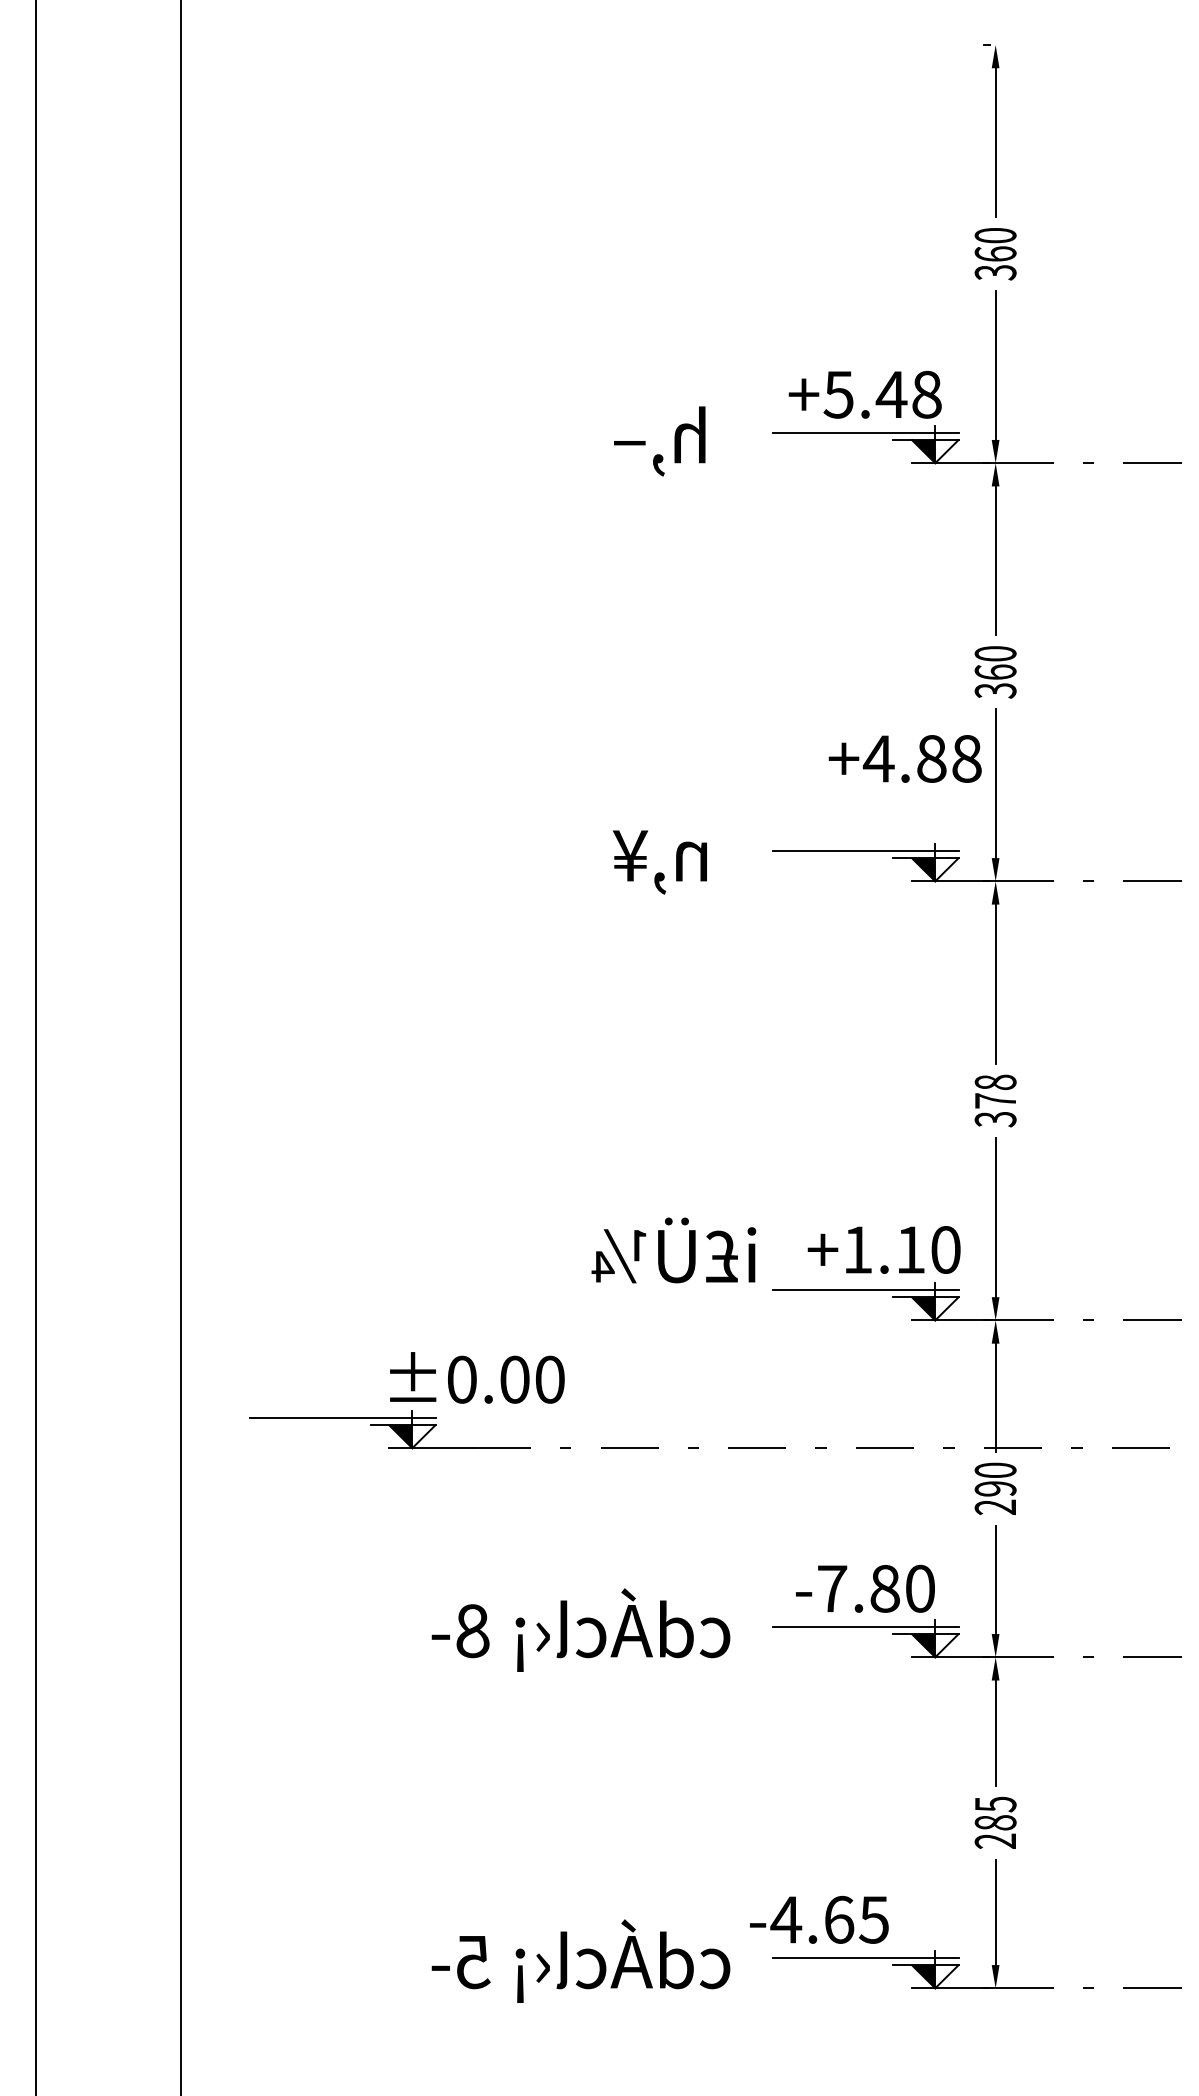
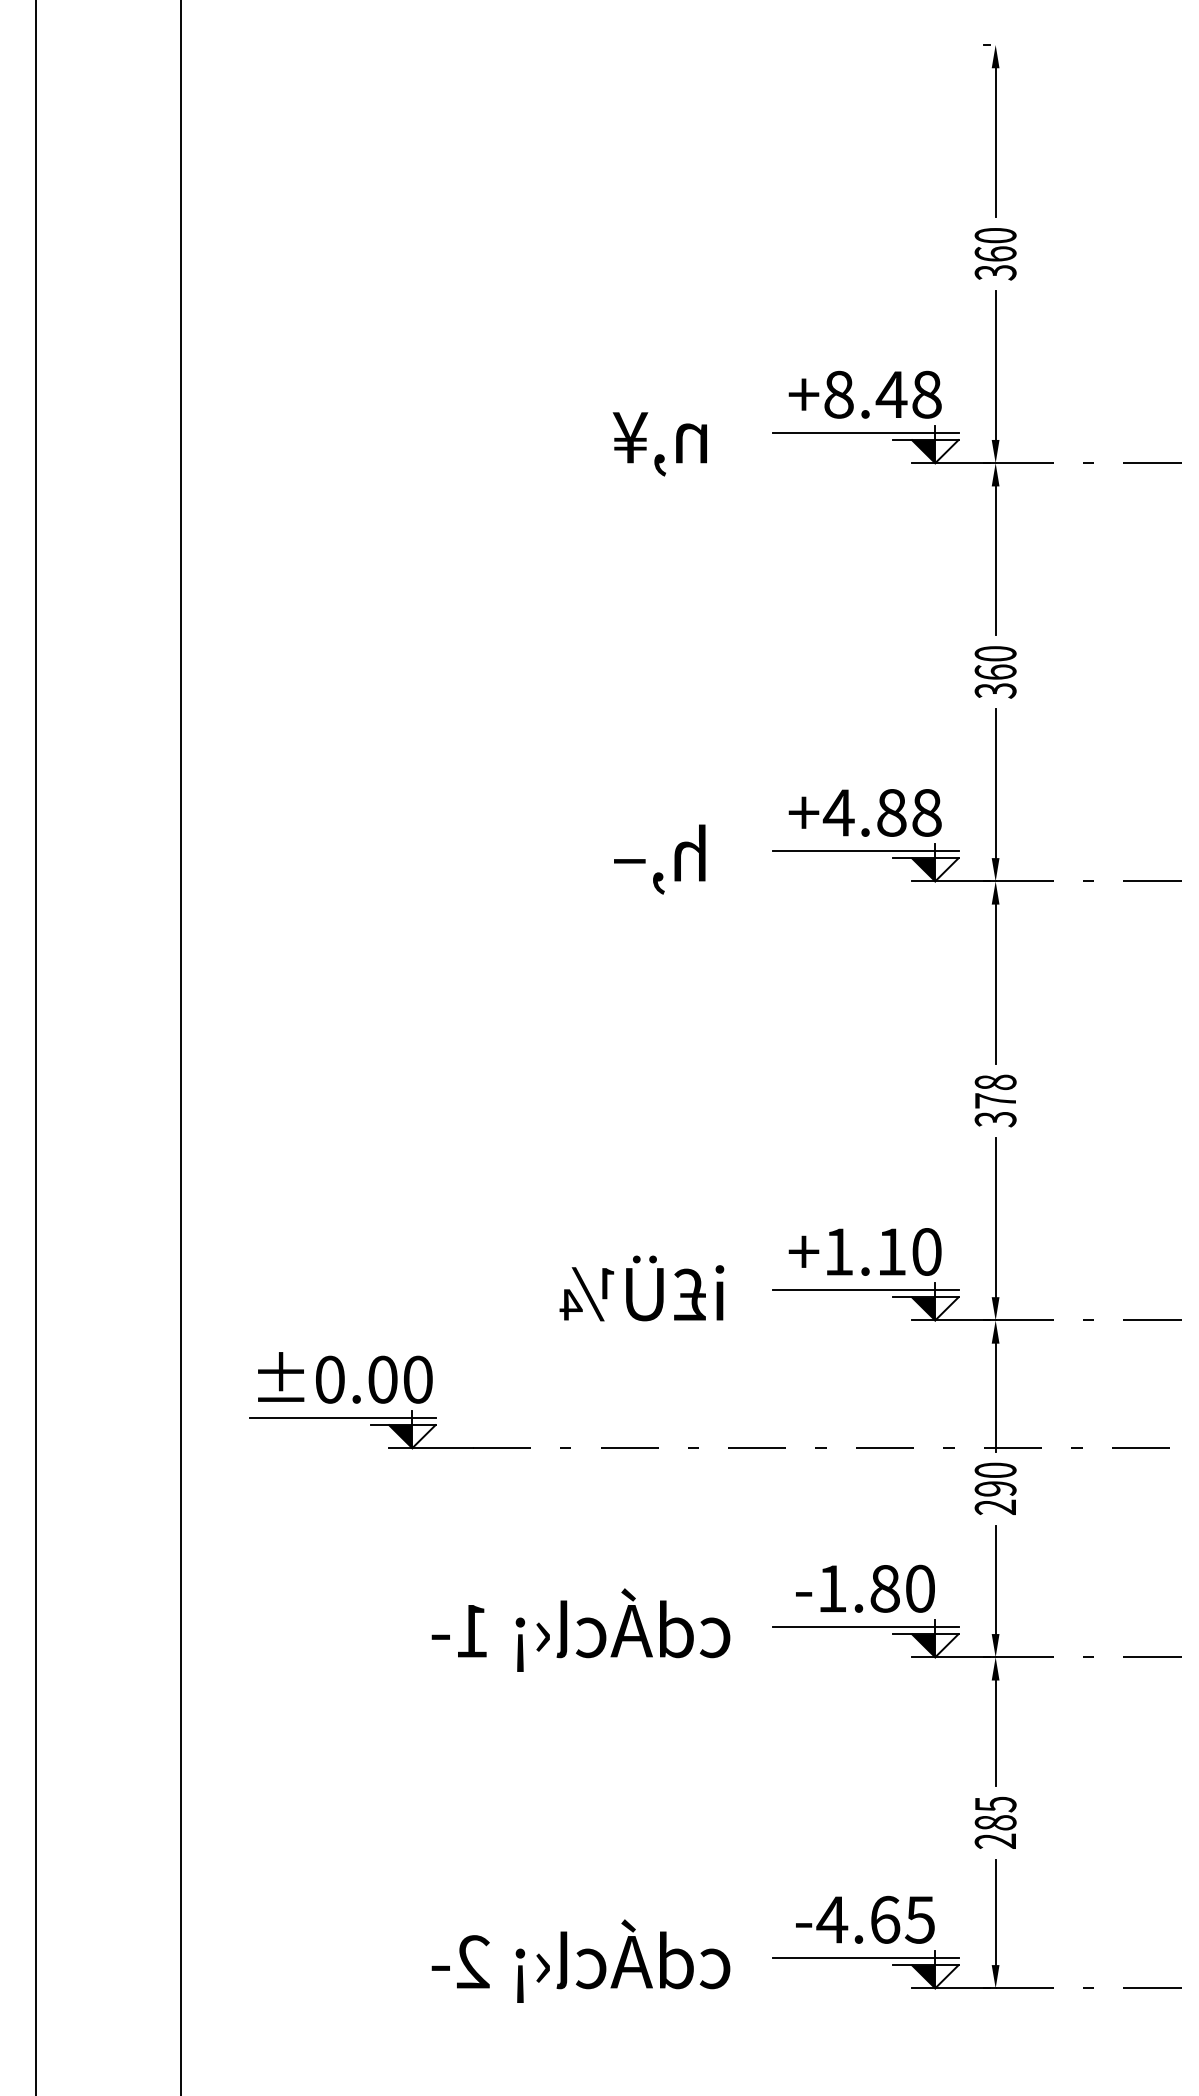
text at (838, 394): +5.48 -> +8.48
text at (659, 441): h,– -> n,¥
text at (904, 758) position: (904, 758) -> (864, 812)
text at (659, 859): n,¥ -> h,–
text at (883, 1249) position: (883, 1249) -> (864, 1251)
text at (673, 1250) position: (673, 1250) -> (641, 1288)
text at (477, 1377) position: (477, 1377) -> (345, 1377)
text at (832, 1588): -7.80 -> -1.80
text at (472, 1631): 8- -> 1-
text at (819, 1919) position: (819, 1919) -> (865, 1919)
text at (473, 1962): 5- -> 2-
